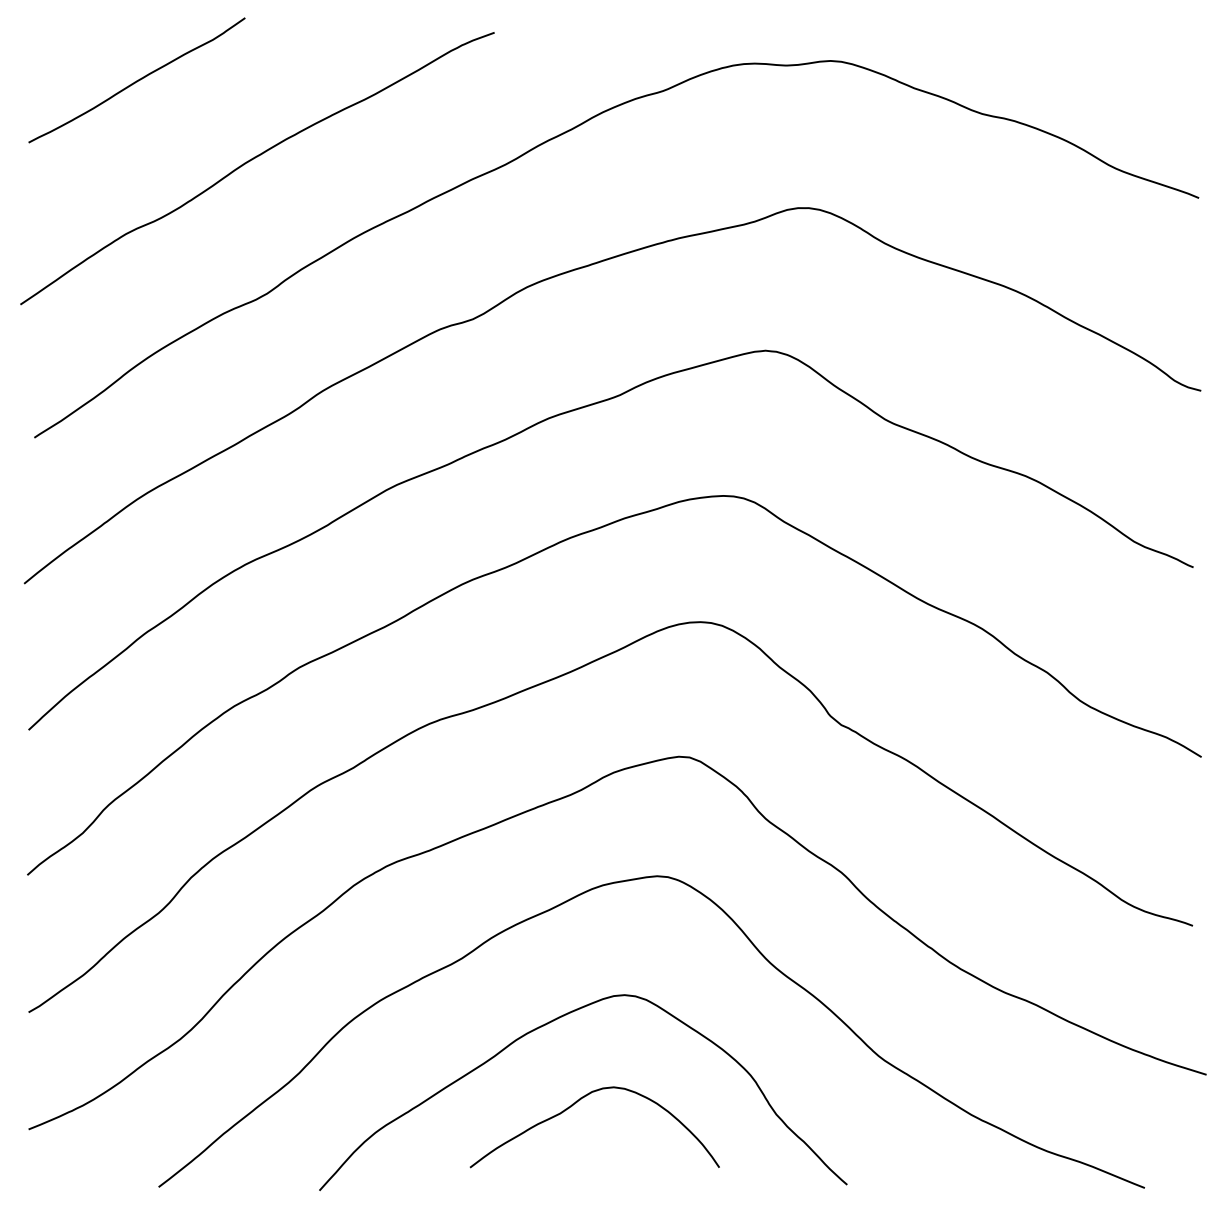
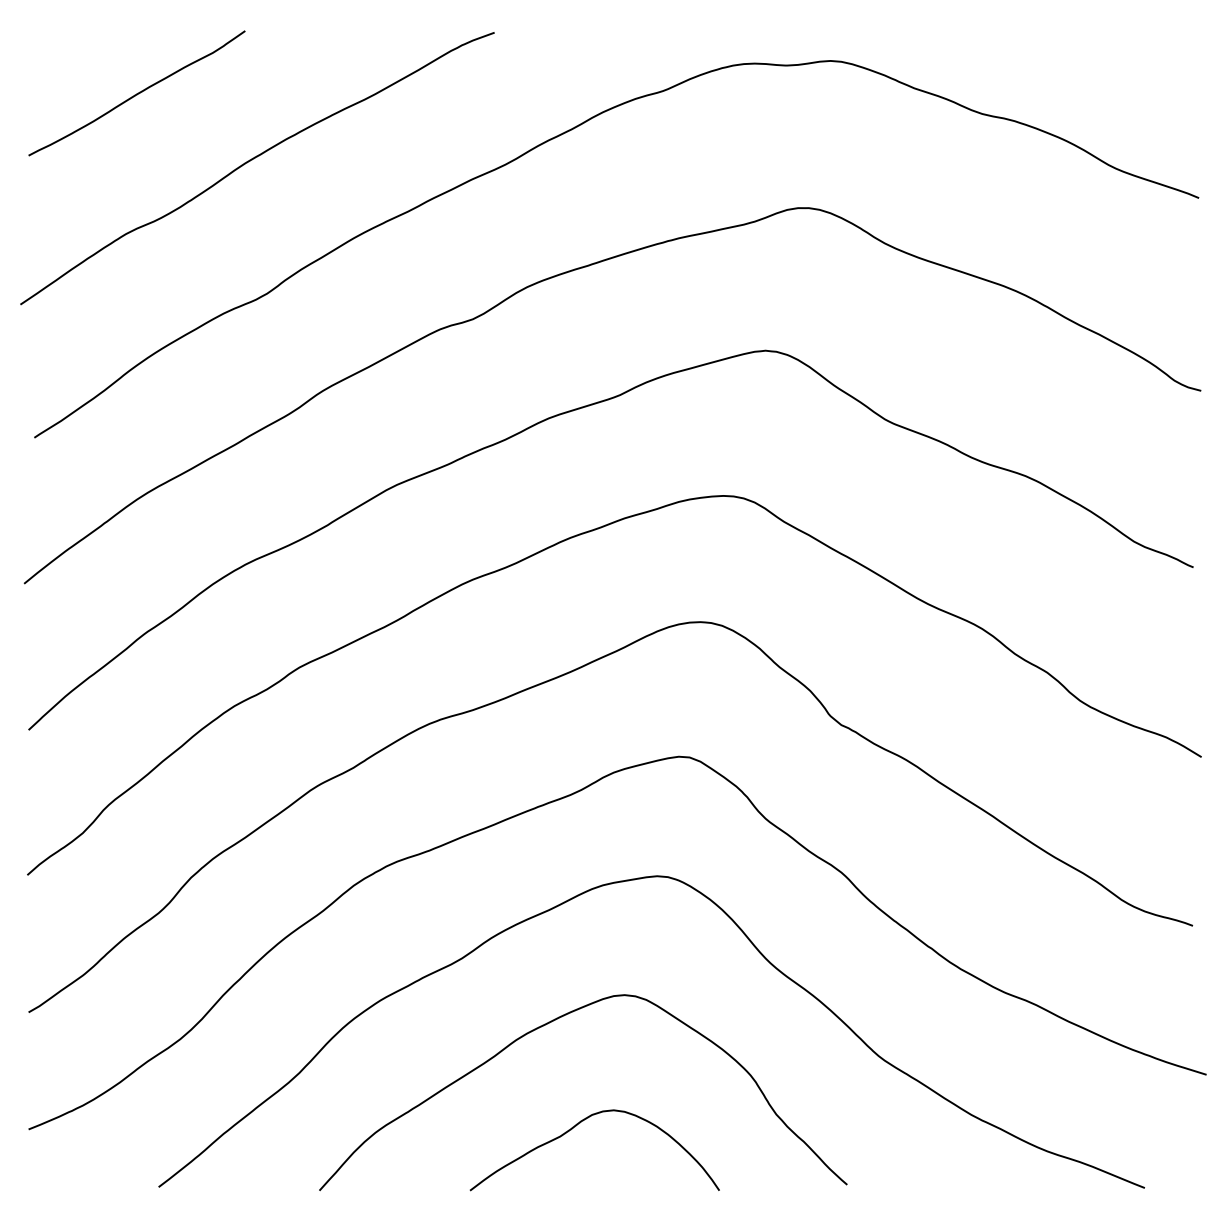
curve at (136, 80) position: (136, 80) -> (136, 93)
curve at (576, 1103) position: (576, 1103) -> (576, 1126)
